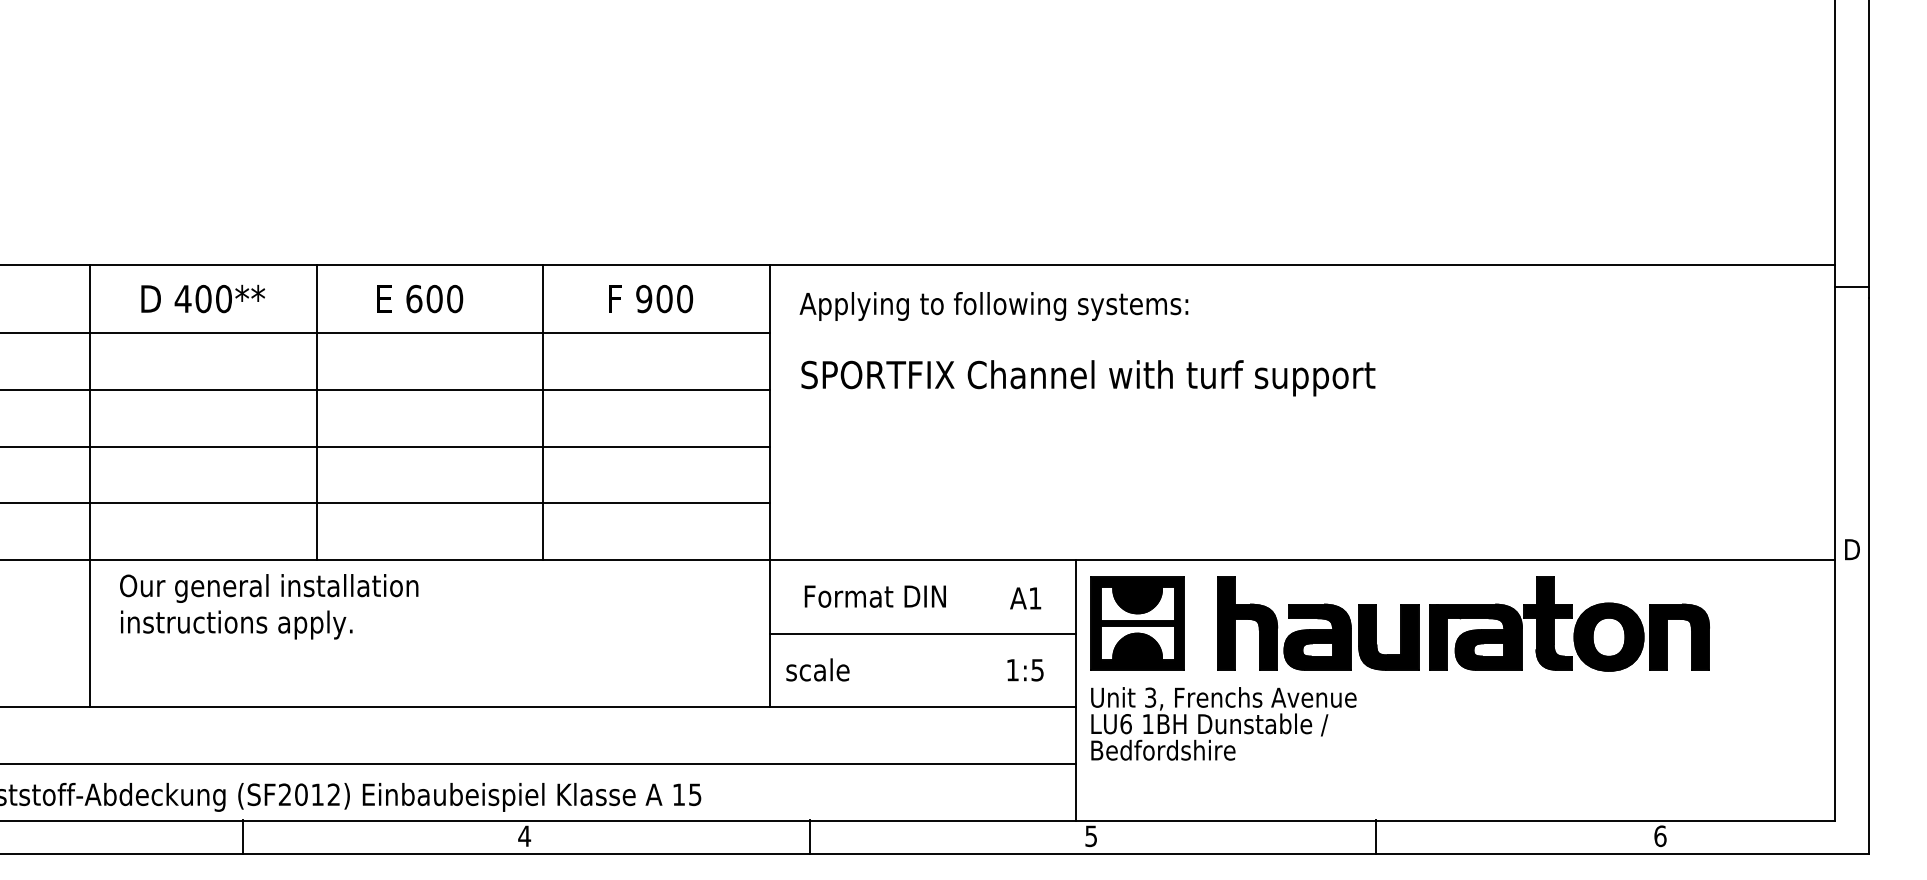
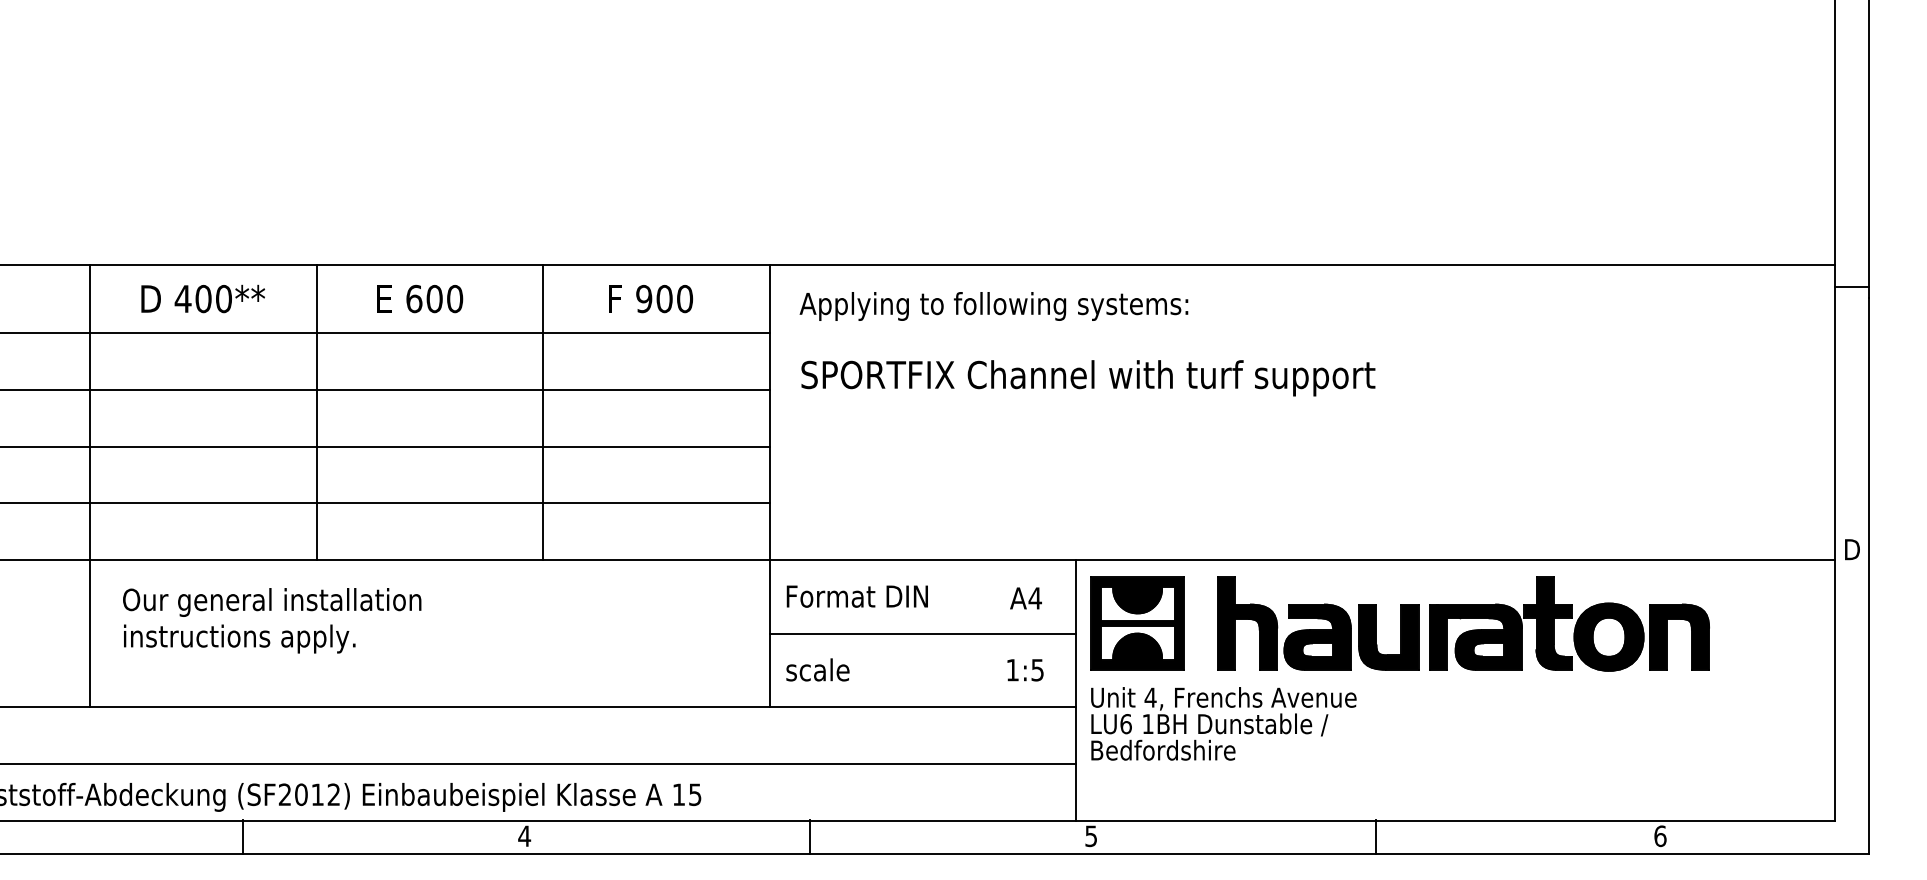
text at (874, 596) position: (874, 596) -> (856, 596)
text at (1034, 598): A1 -> A4
text at (269, 606) position: (269, 606) -> (272, 620)
text at (1150, 697): 3, -> 4,
